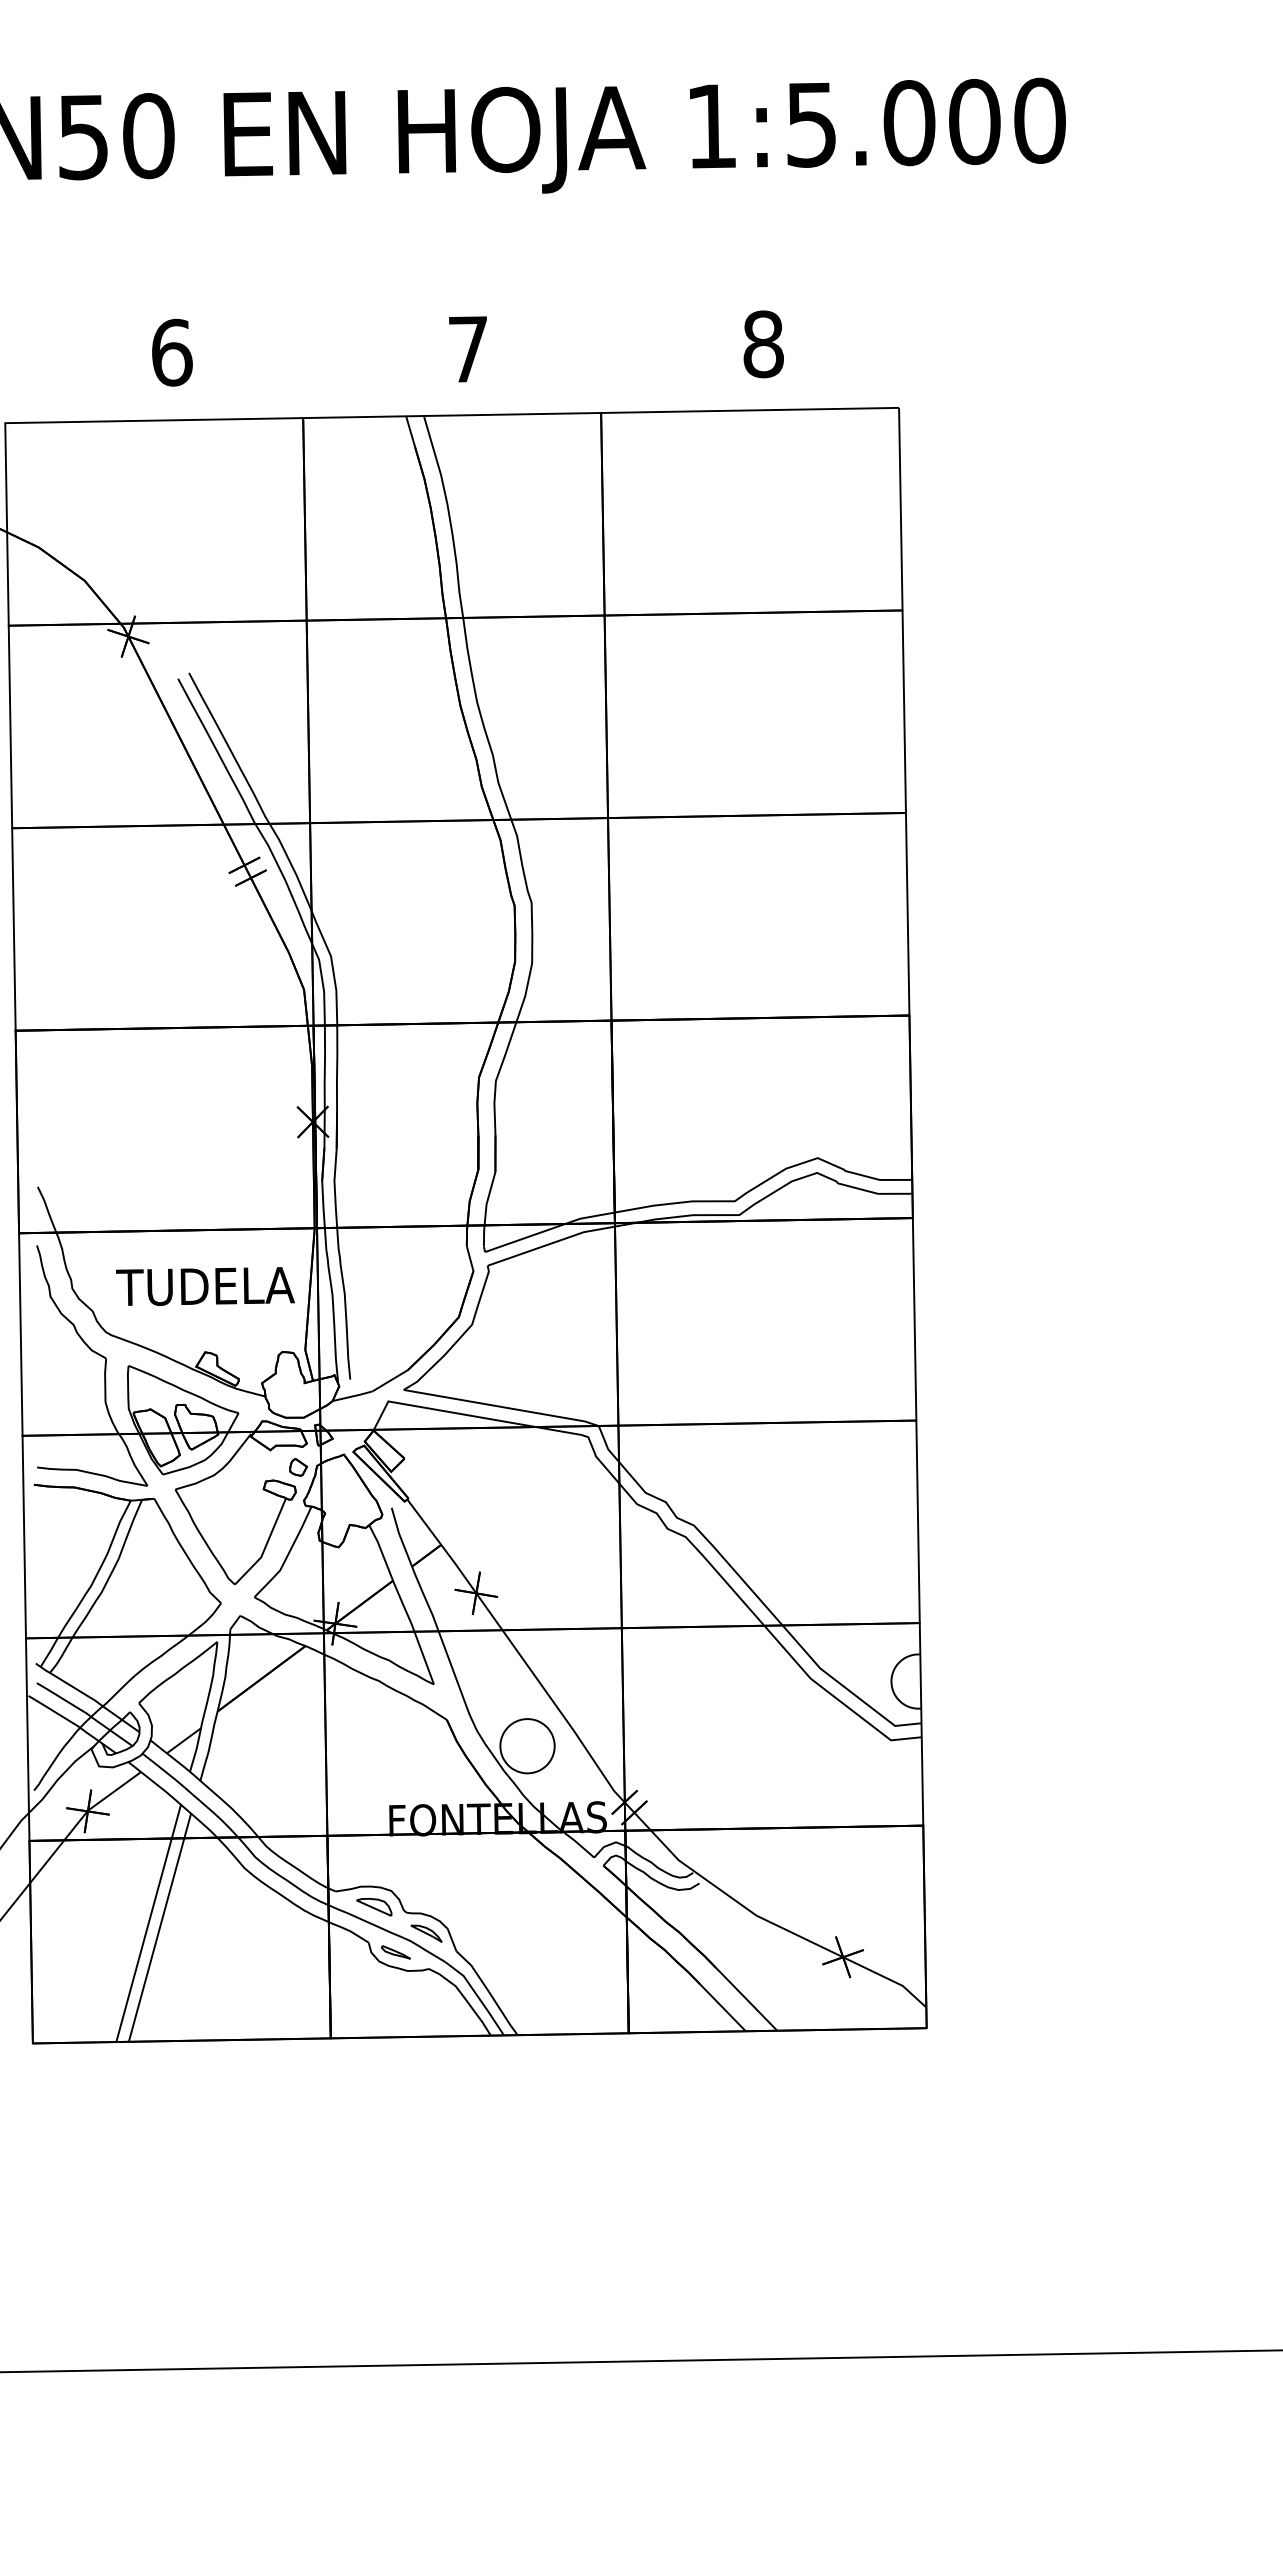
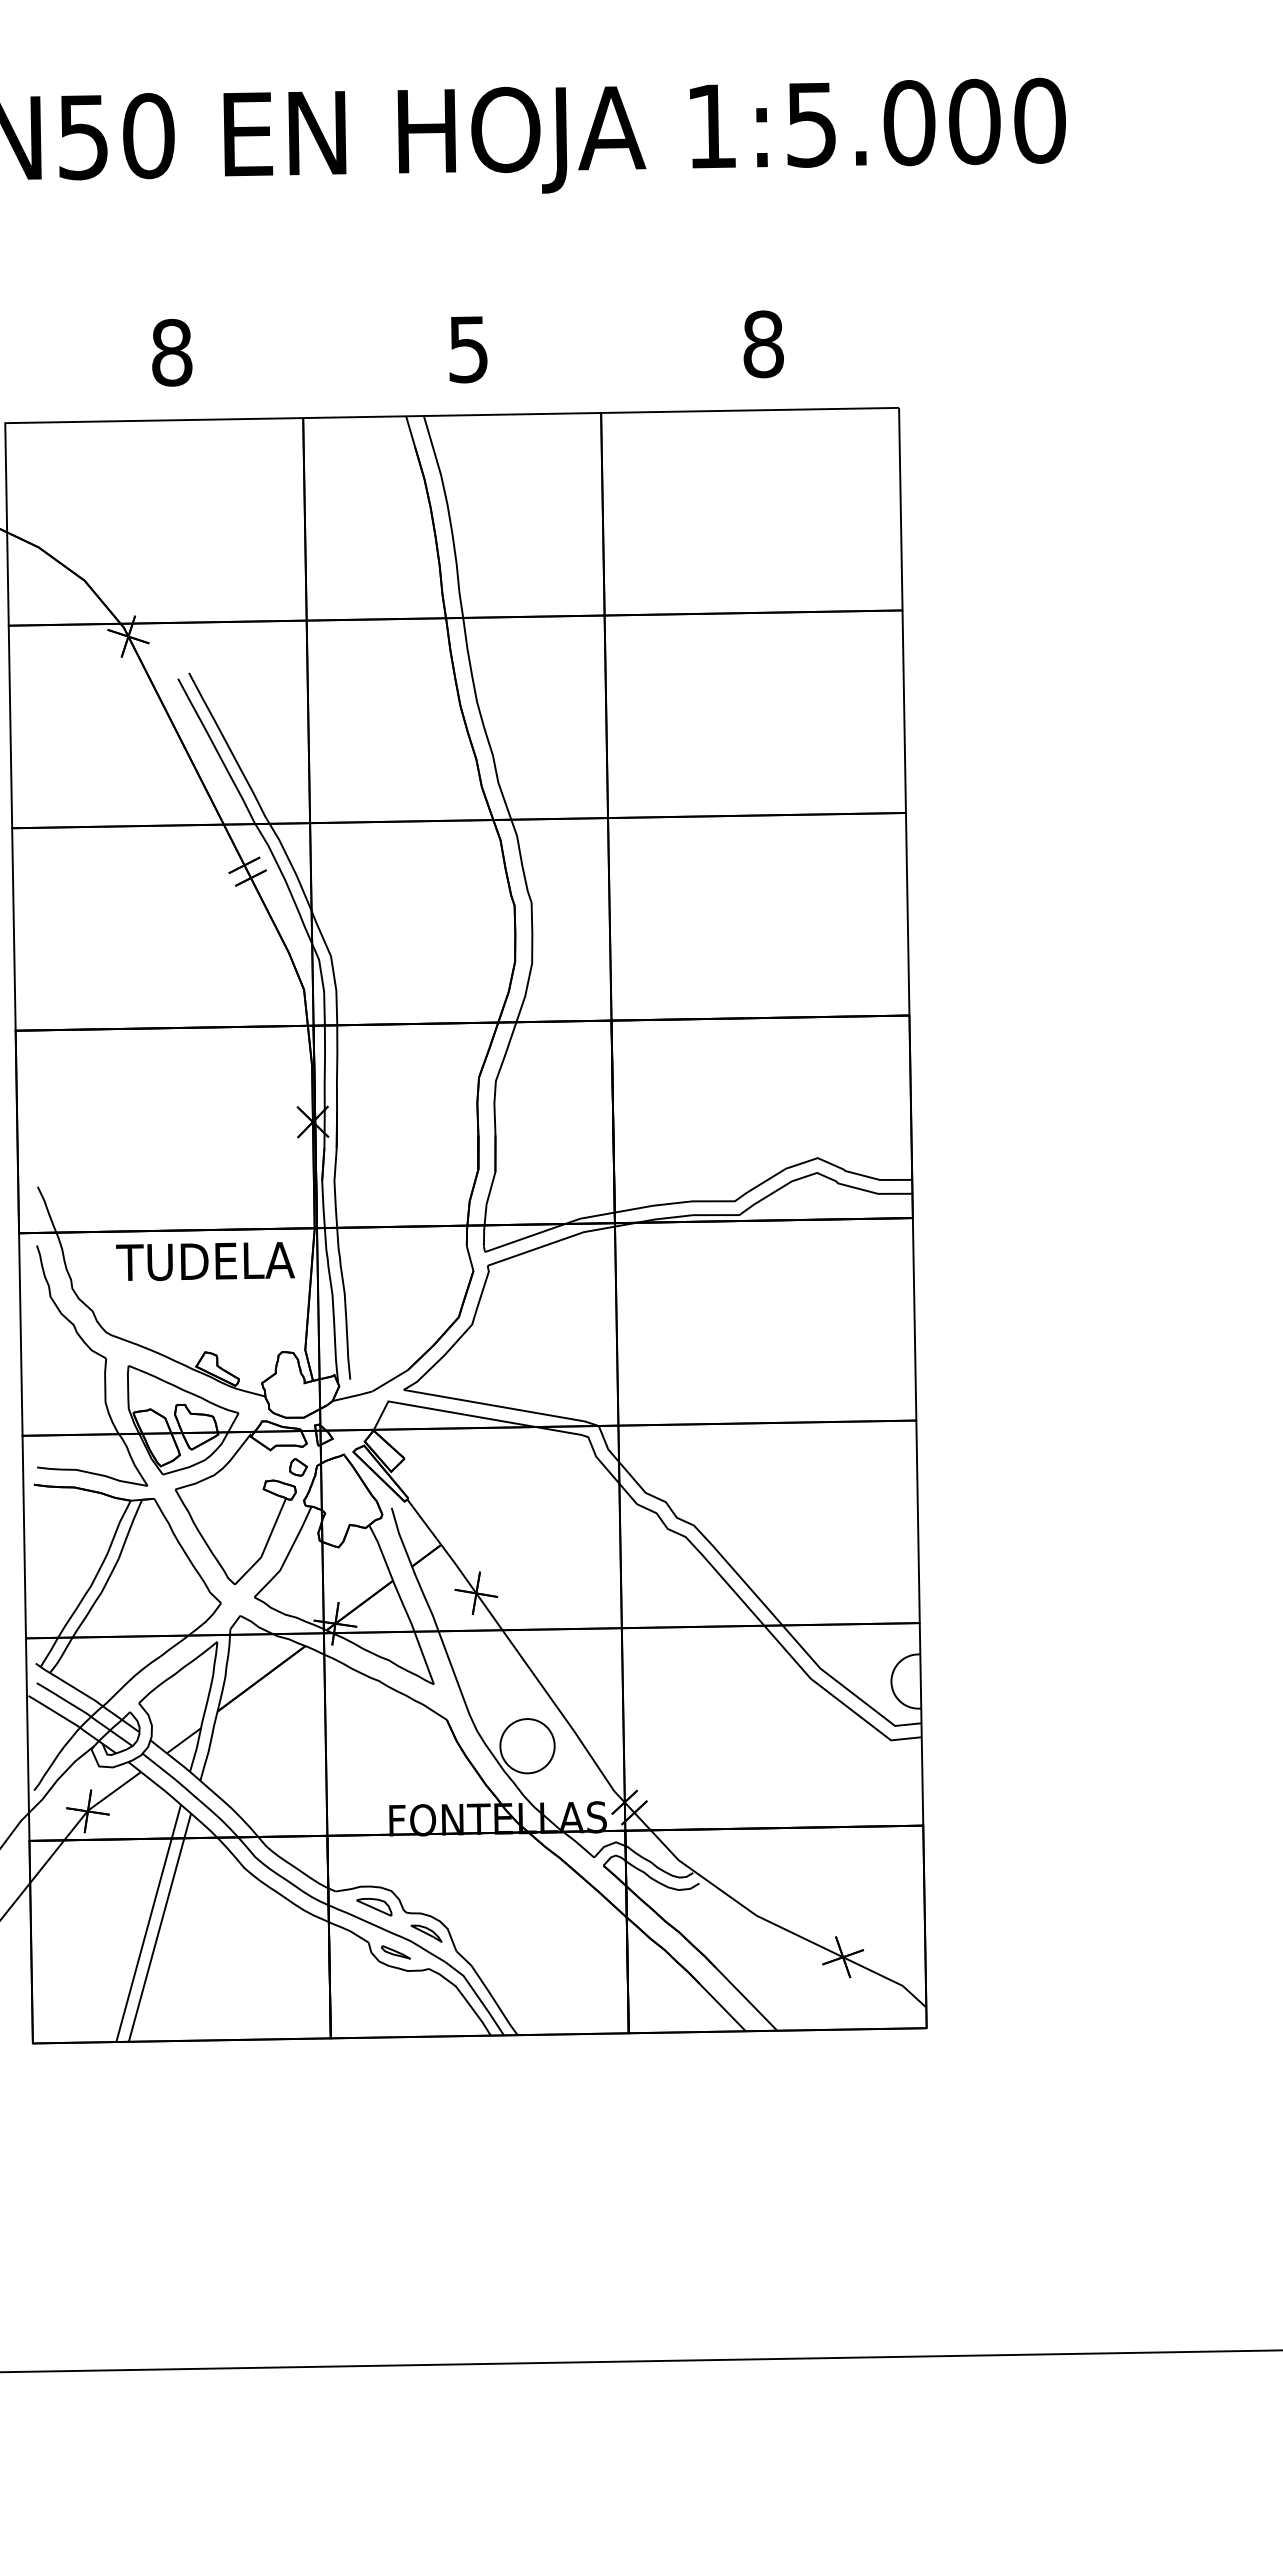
text at (468, 349): 7 -> 5
text at (172, 352): 6 -> 8
text at (205, 1286) position: (205, 1286) -> (205, 1261)
